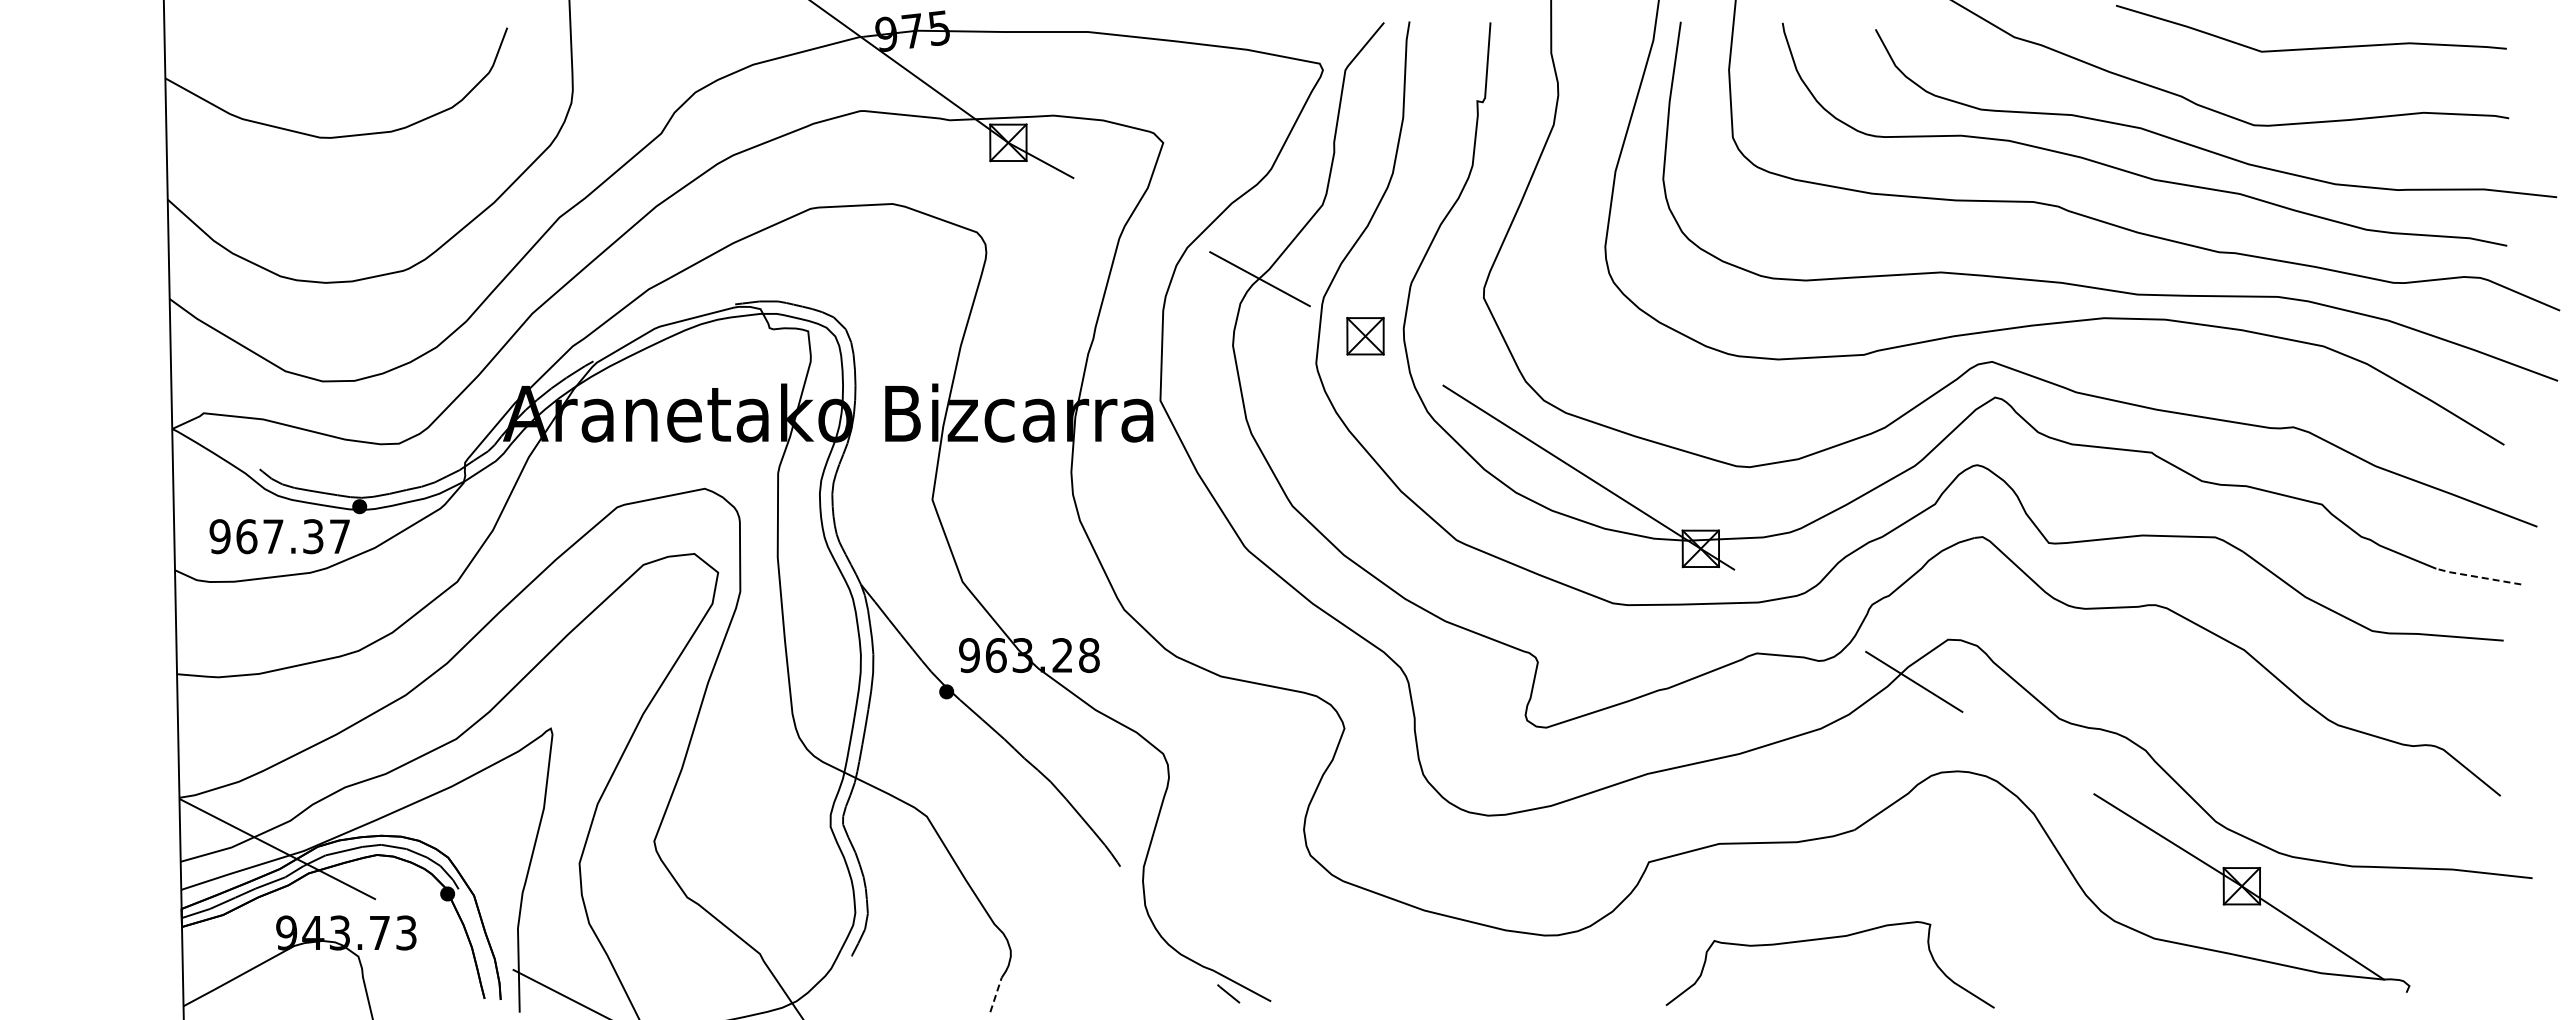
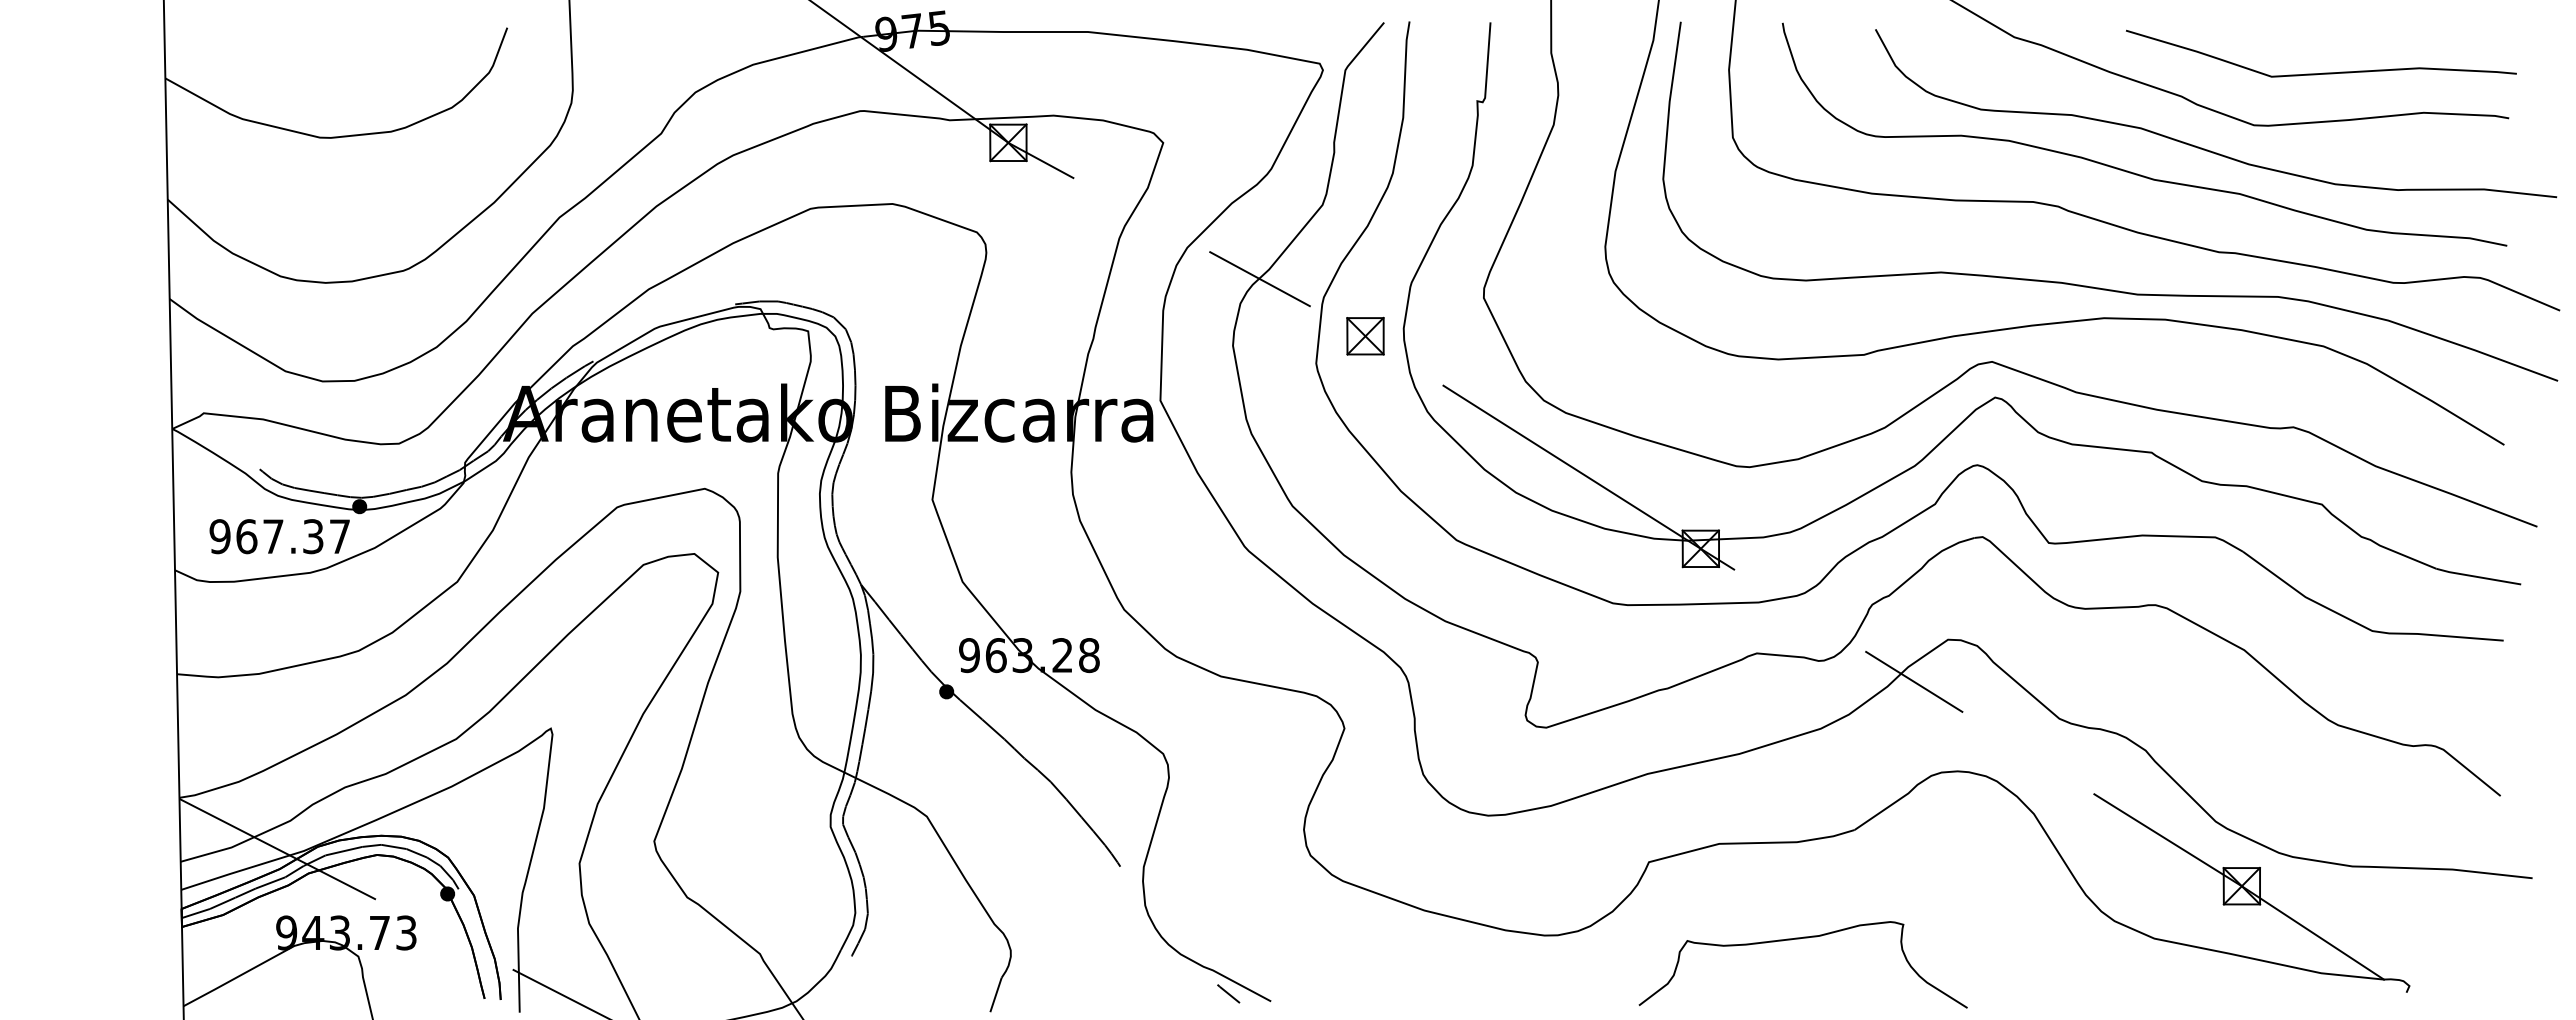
curve at (2313, 47) position: (2313, 47) -> (2323, 72)
line at (2477, 577): dashed -> solid
curve at (1826, 939) position: (1826, 939) -> (1799, 939)
line at (996, 994): dashed -> solid
